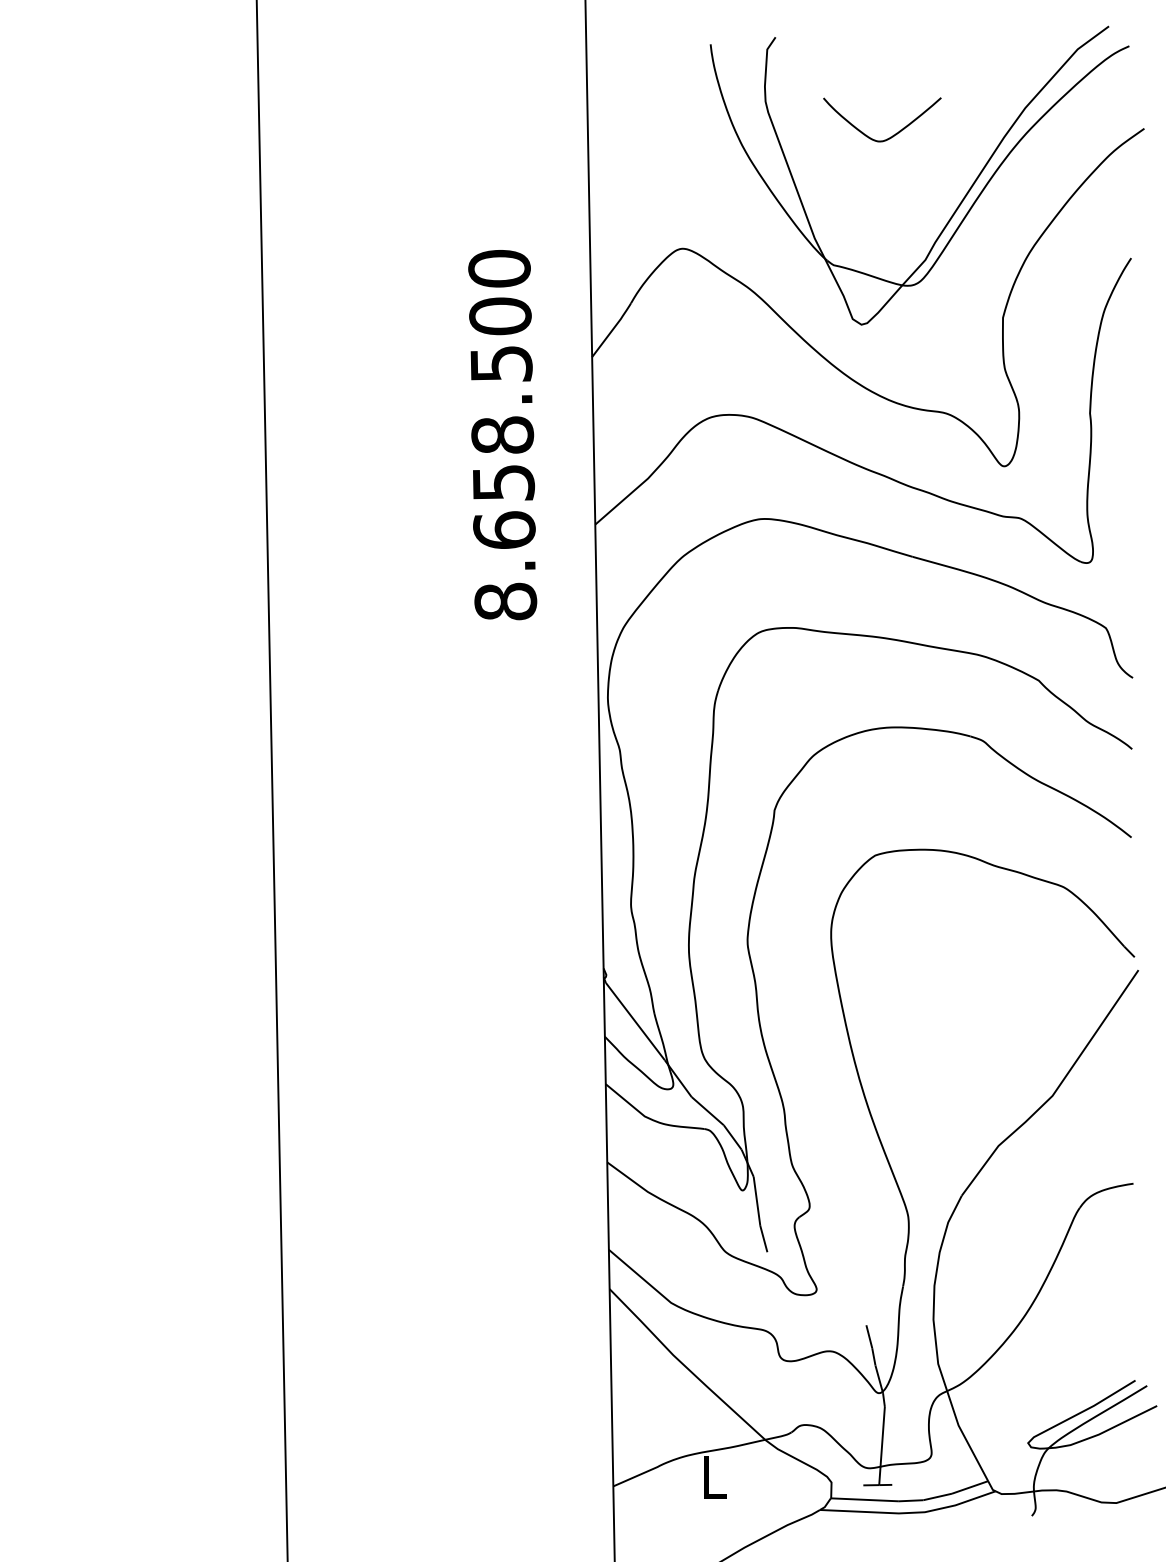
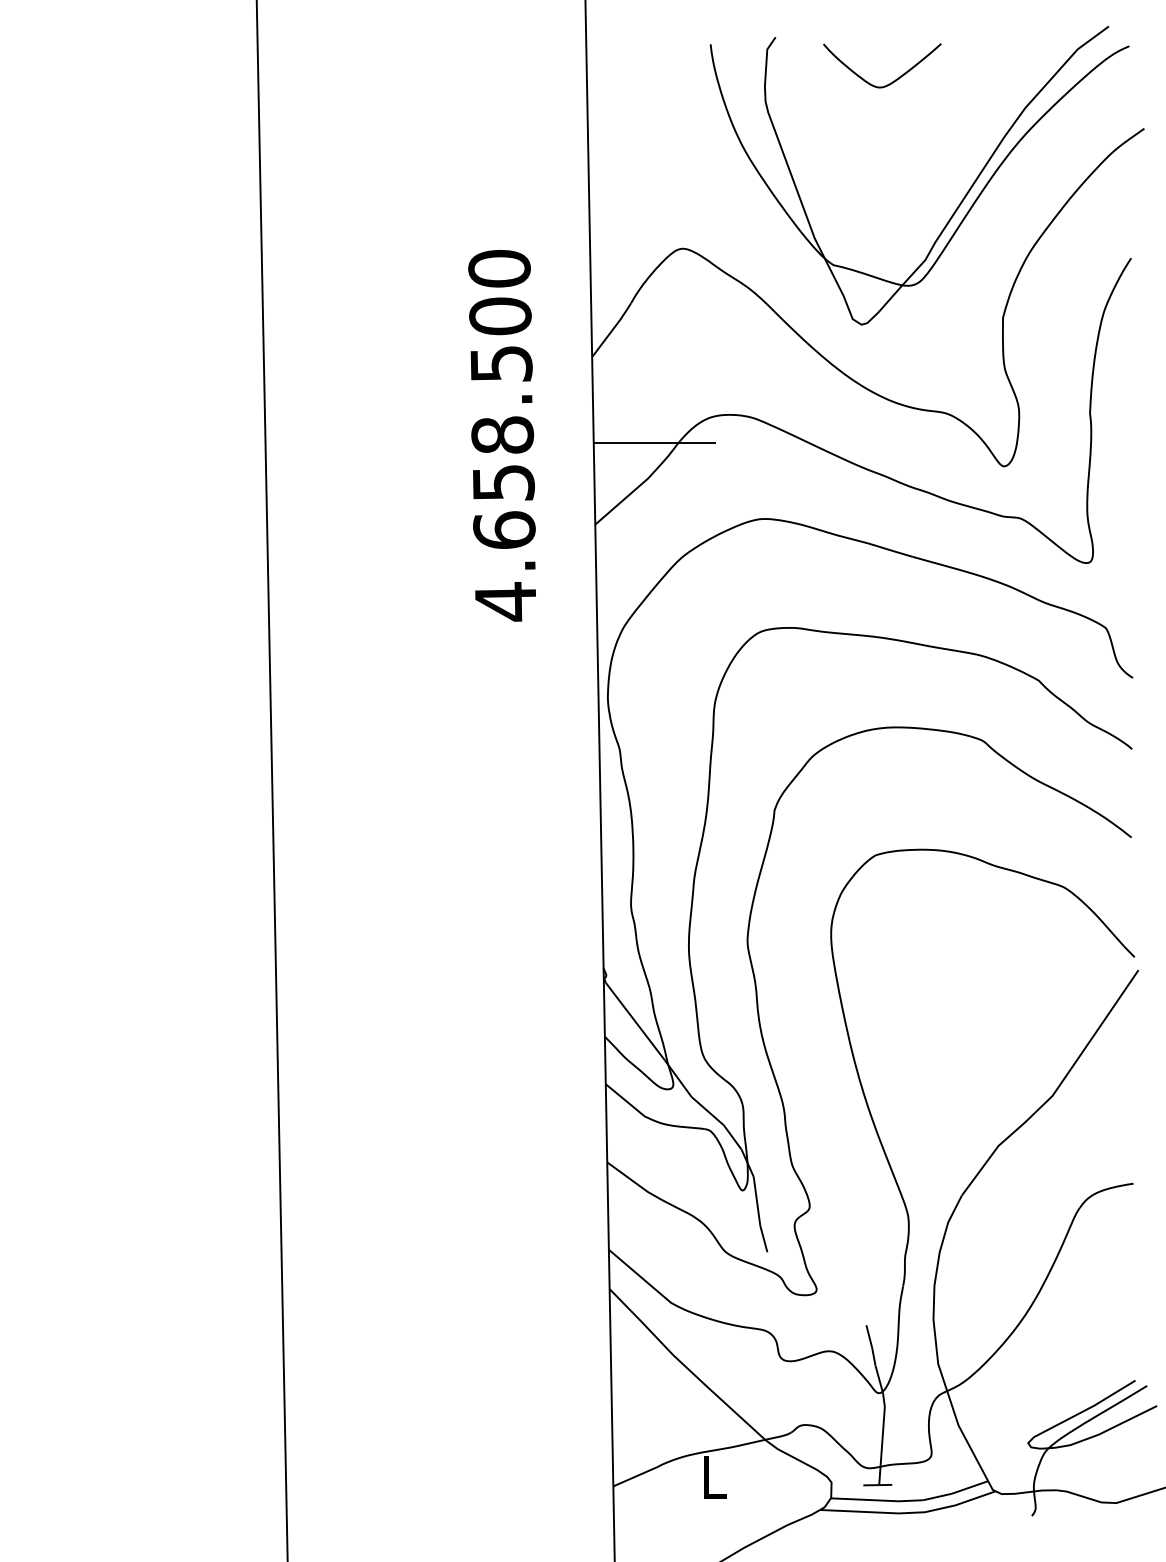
curve at (893, 134) position: (893, 134) -> (893, 80)
line at (654, 443): none -> present
text at (505, 601): 8.658.500 -> 4.658.500
